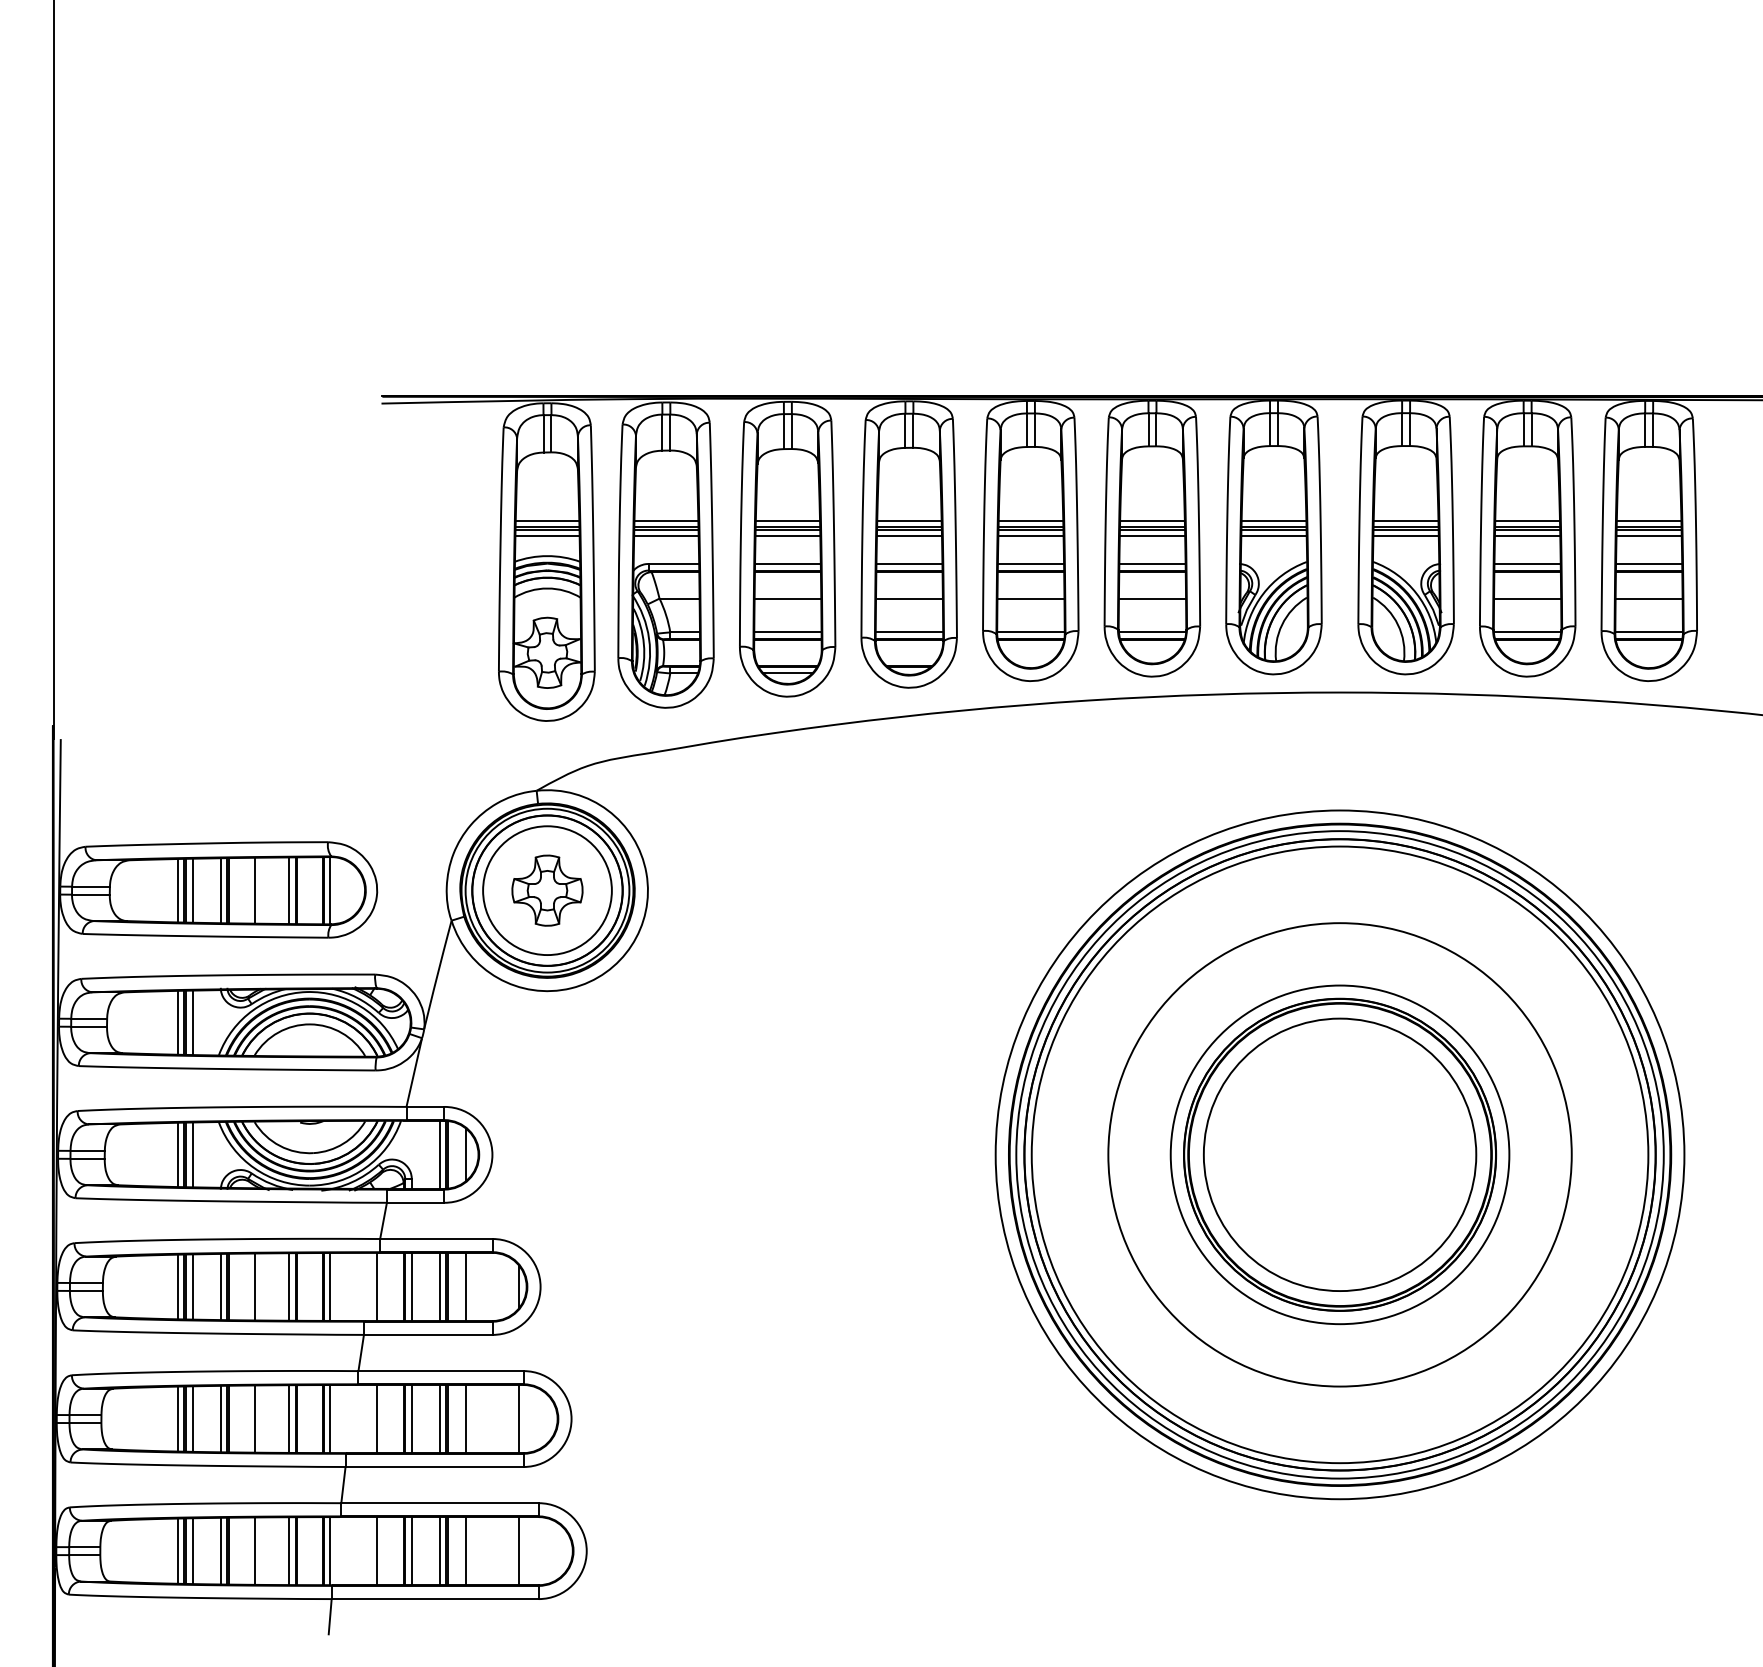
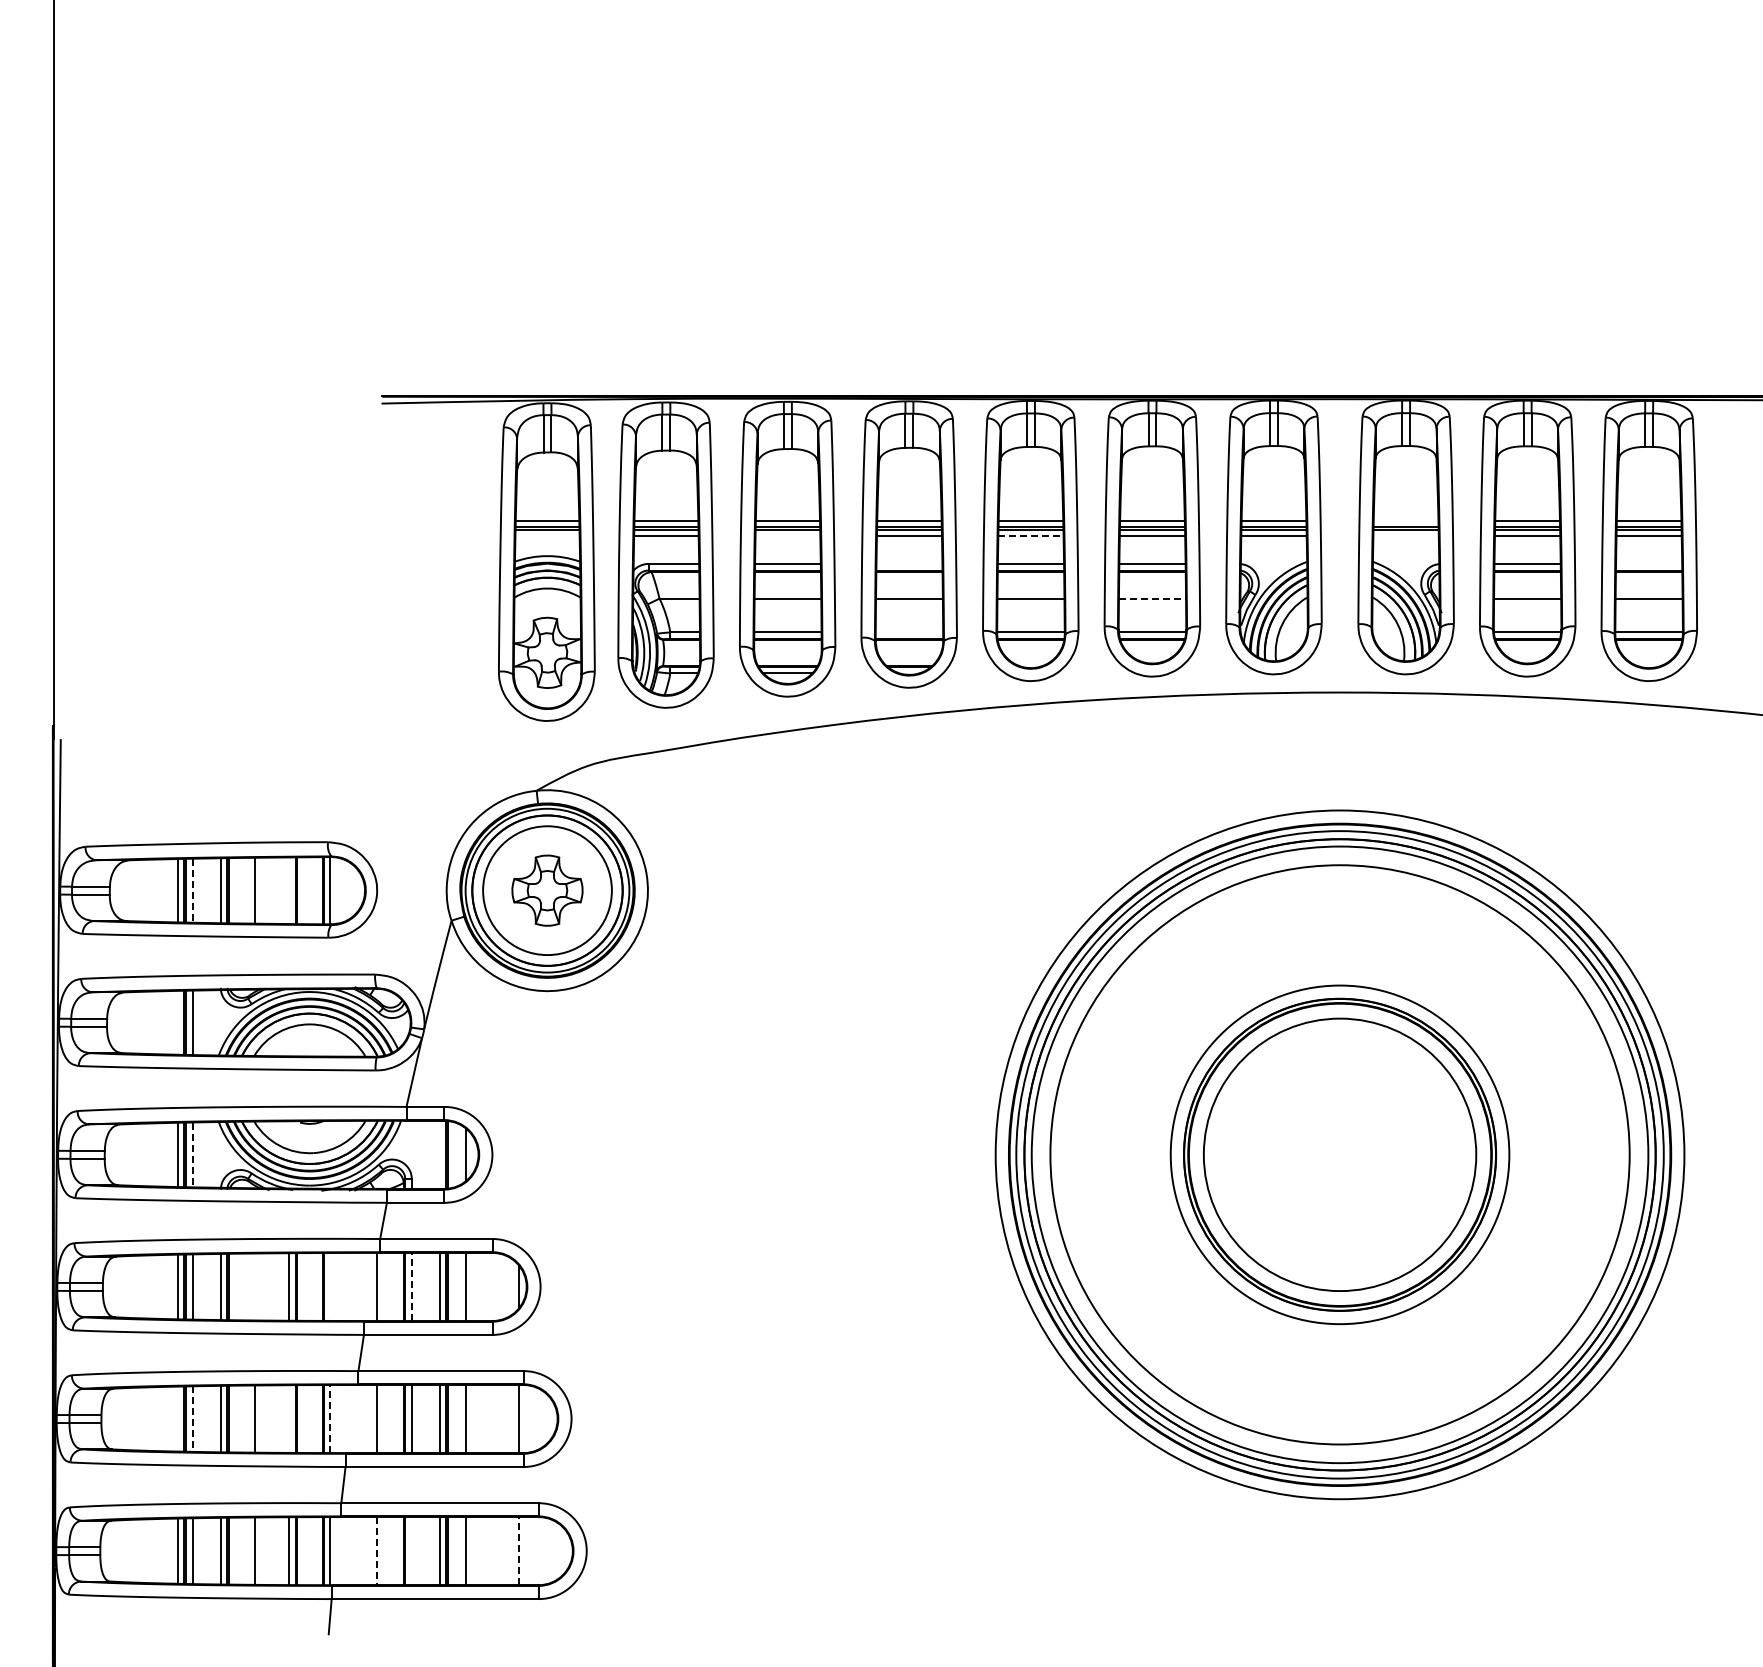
line at (1405, 520): present -> none
line at (547, 536): present -> none
line at (787, 536): present -> none
line at (1030, 536): solid -> dashed
line at (1405, 536): present -> none
line at (909, 563): present -> none
line at (1649, 563): present -> none
line at (1152, 598): solid -> dashed
line at (909, 632): present -> none
line at (289, 890): present -> none
line at (193, 891): solid -> dashed
line at (177, 1022): present -> none
line at (439, 1154): present -> none
circle at (1339, 1154) diameter: 463 px -> 579 px
line at (193, 1155): solid -> dashed
line at (255, 1286): present -> none
line at (330, 1286): present -> none
line at (411, 1286): solid -> dashed
line at (177, 1418): present -> none
line at (289, 1418): present -> none
line at (193, 1419): solid -> dashed
line at (330, 1419): solid -> dashed
line at (519, 1550): solid -> dashed
line at (377, 1551): solid -> dashed
line at (411, 1551): present -> none
